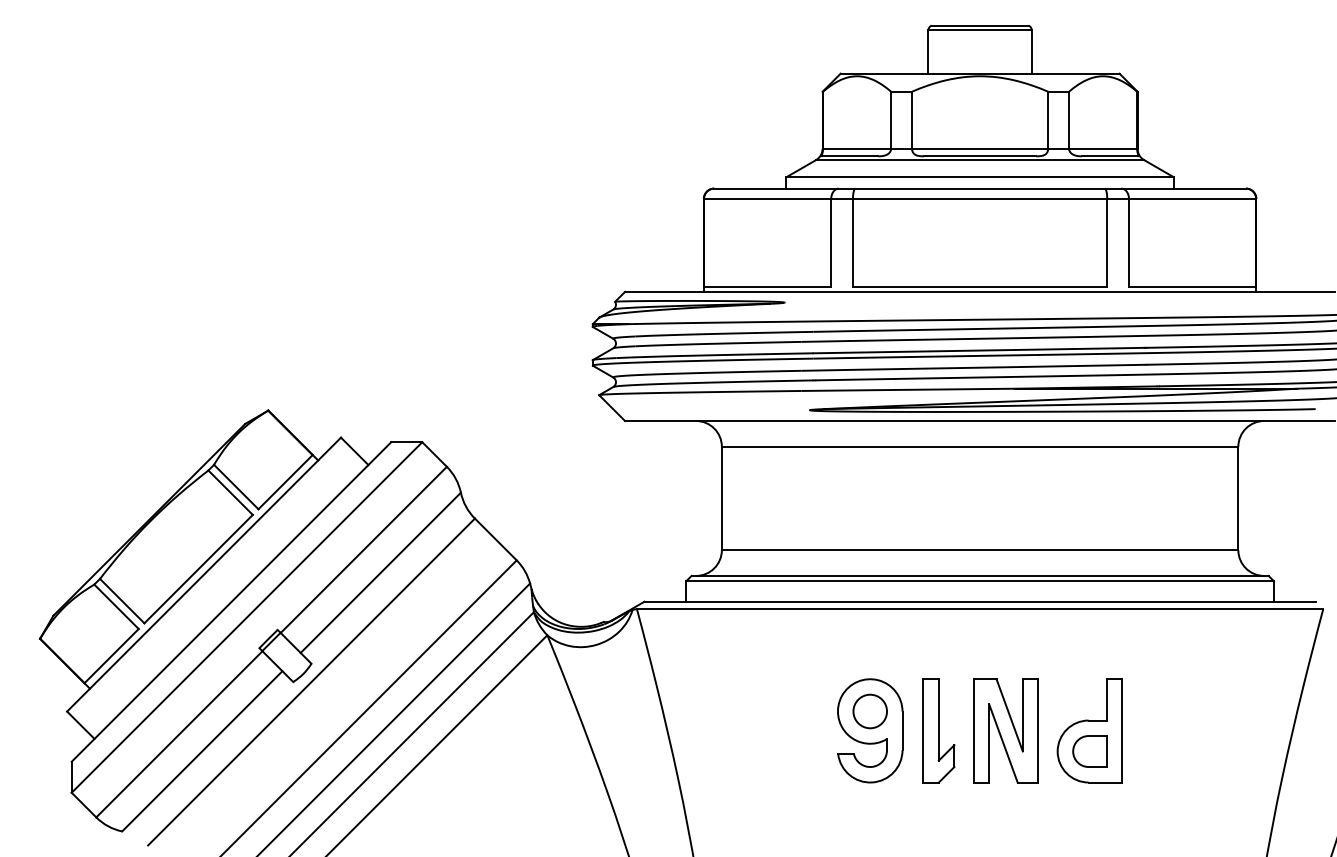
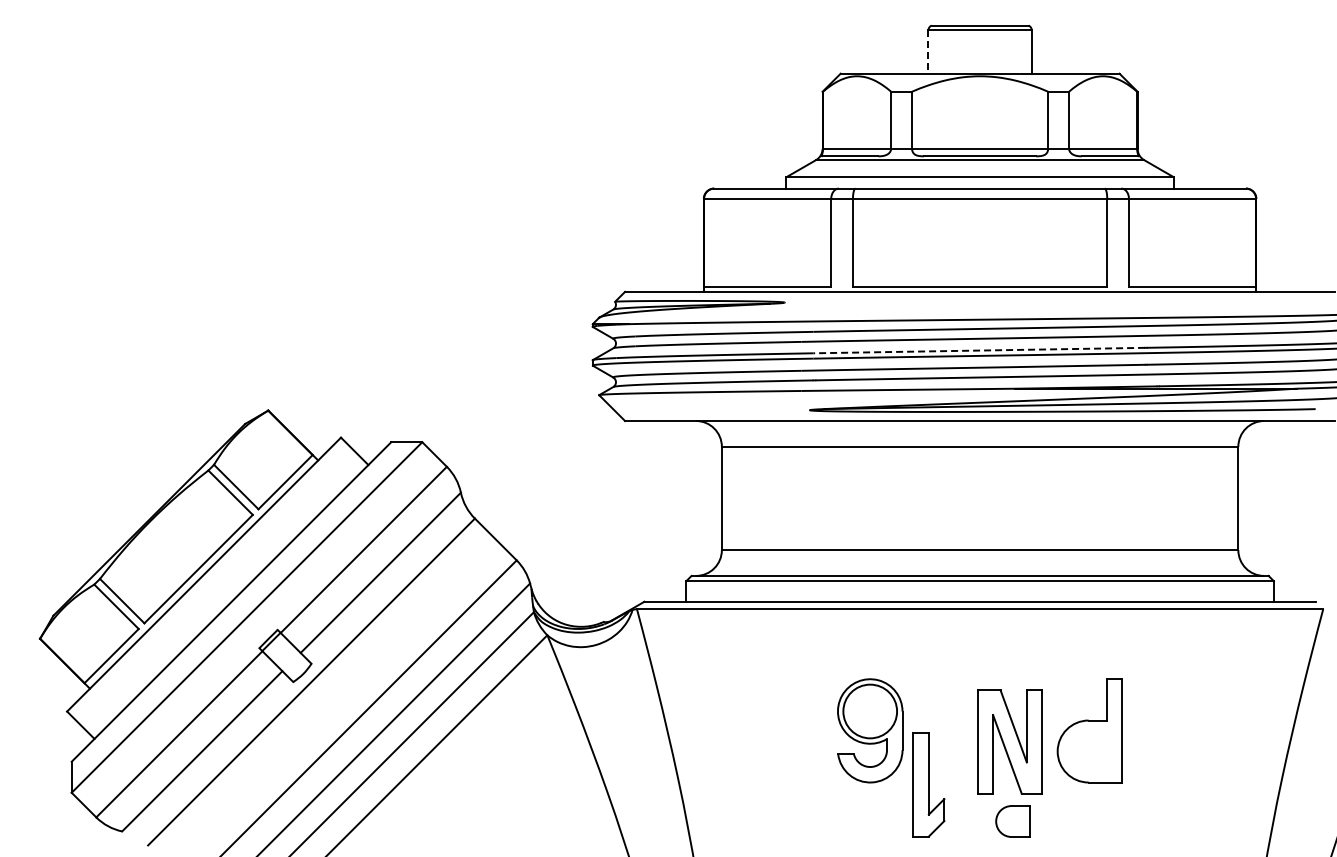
line at (928, 52): solid -> dashed
line at (979, 350): solid -> dashed
circle at (870, 711) diameter: 34 px -> 54 px
part at (938, 730) position: (938, 730) -> (928, 784)
part at (1005, 730) position: (1005, 730) -> (1009, 741)
part at (1089, 751) position: (1089, 751) -> (1012, 821)
